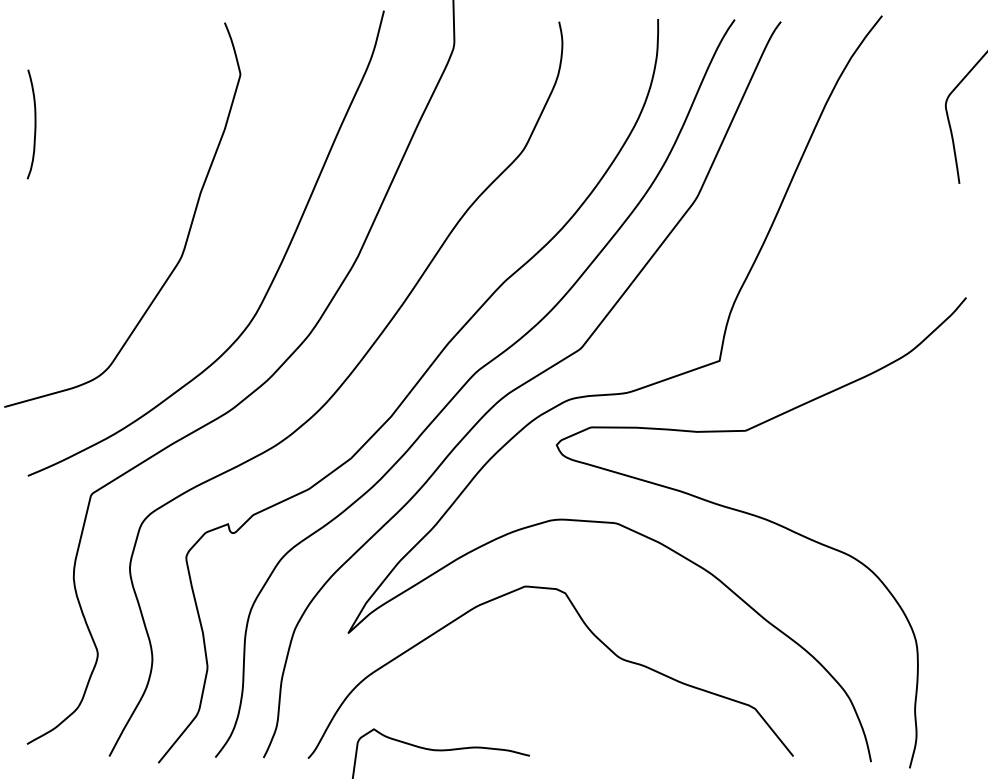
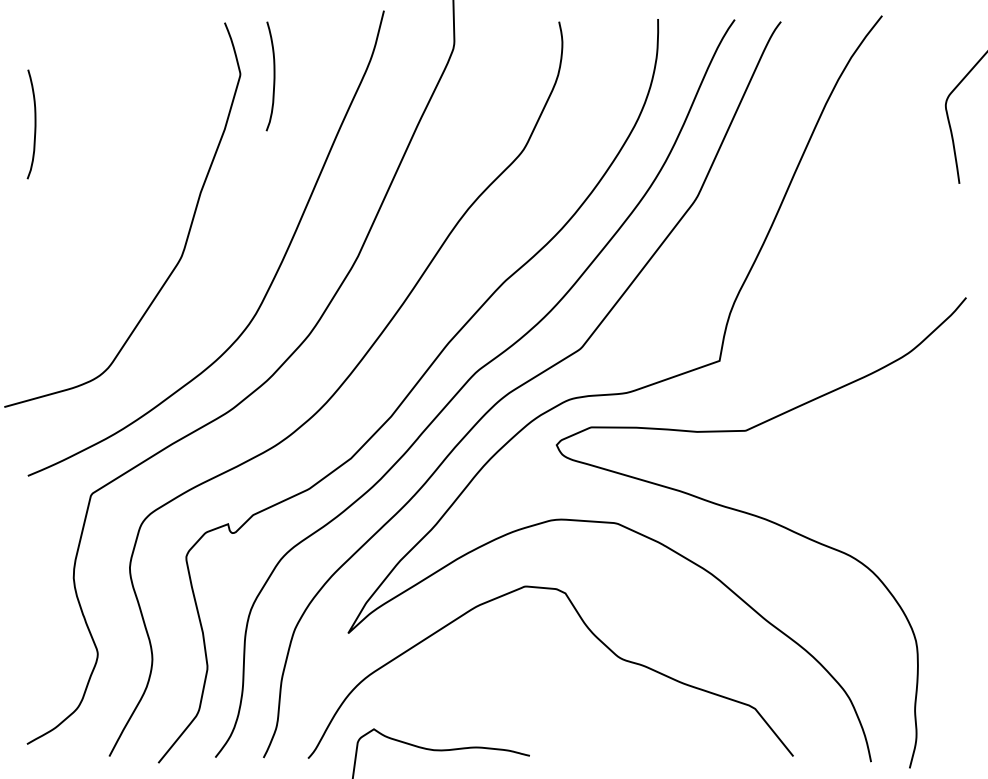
curve at (273, 76): none -> present
